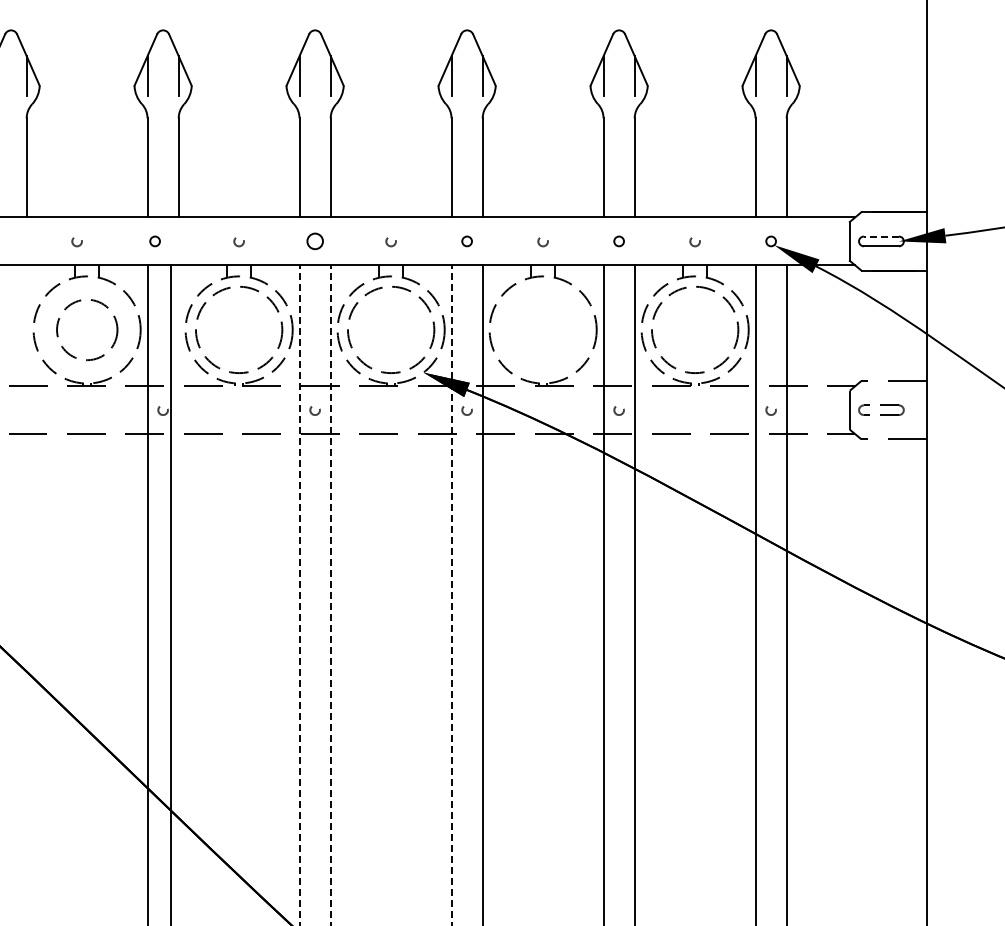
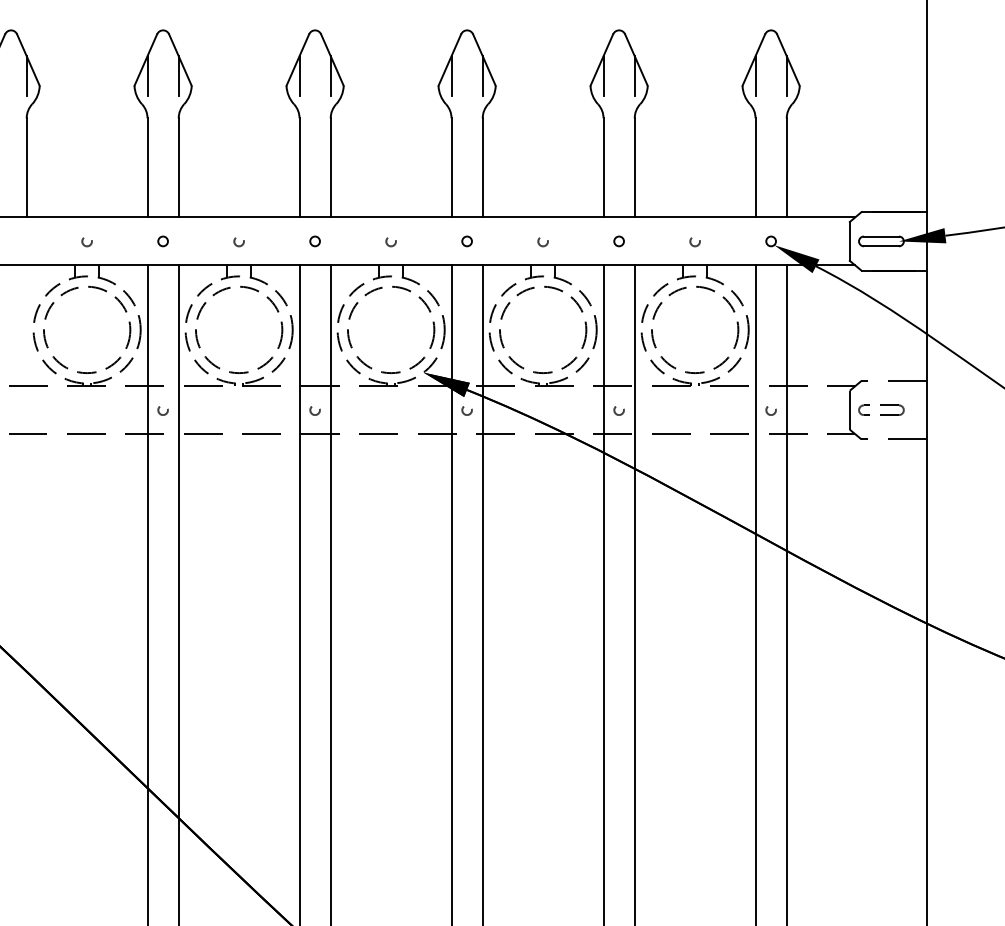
line at (881, 236): dashed -> solid
circle at (154, 241) position: (154, 241) -> (162, 241)
circle at (314, 241) size: 18x19 px -> 12x13 px
circle at (76, 242) position: (76, 242) -> (86, 242)
circle at (543, 329): none -> present
circle at (87, 330) size: 63x63 px -> 89x88 px
line at (170, 593) position: (170, 593) -> (178, 593)
line at (299, 595): dashed -> solid
line at (330, 595): dashed -> solid
line at (451, 595): dashed -> solid
